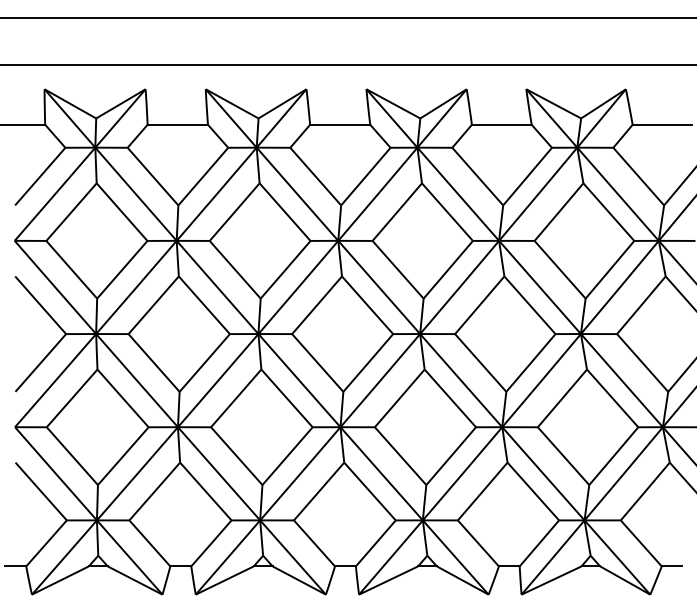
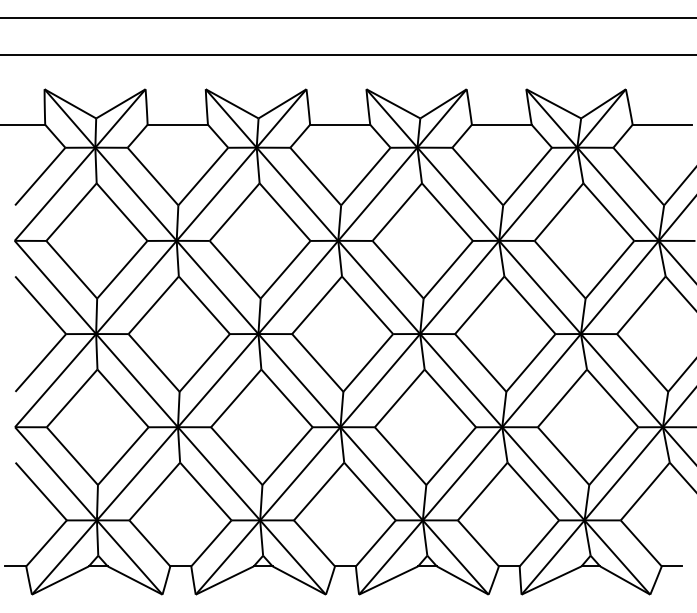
line at (347, 65) position: (347, 65) -> (347, 55)
